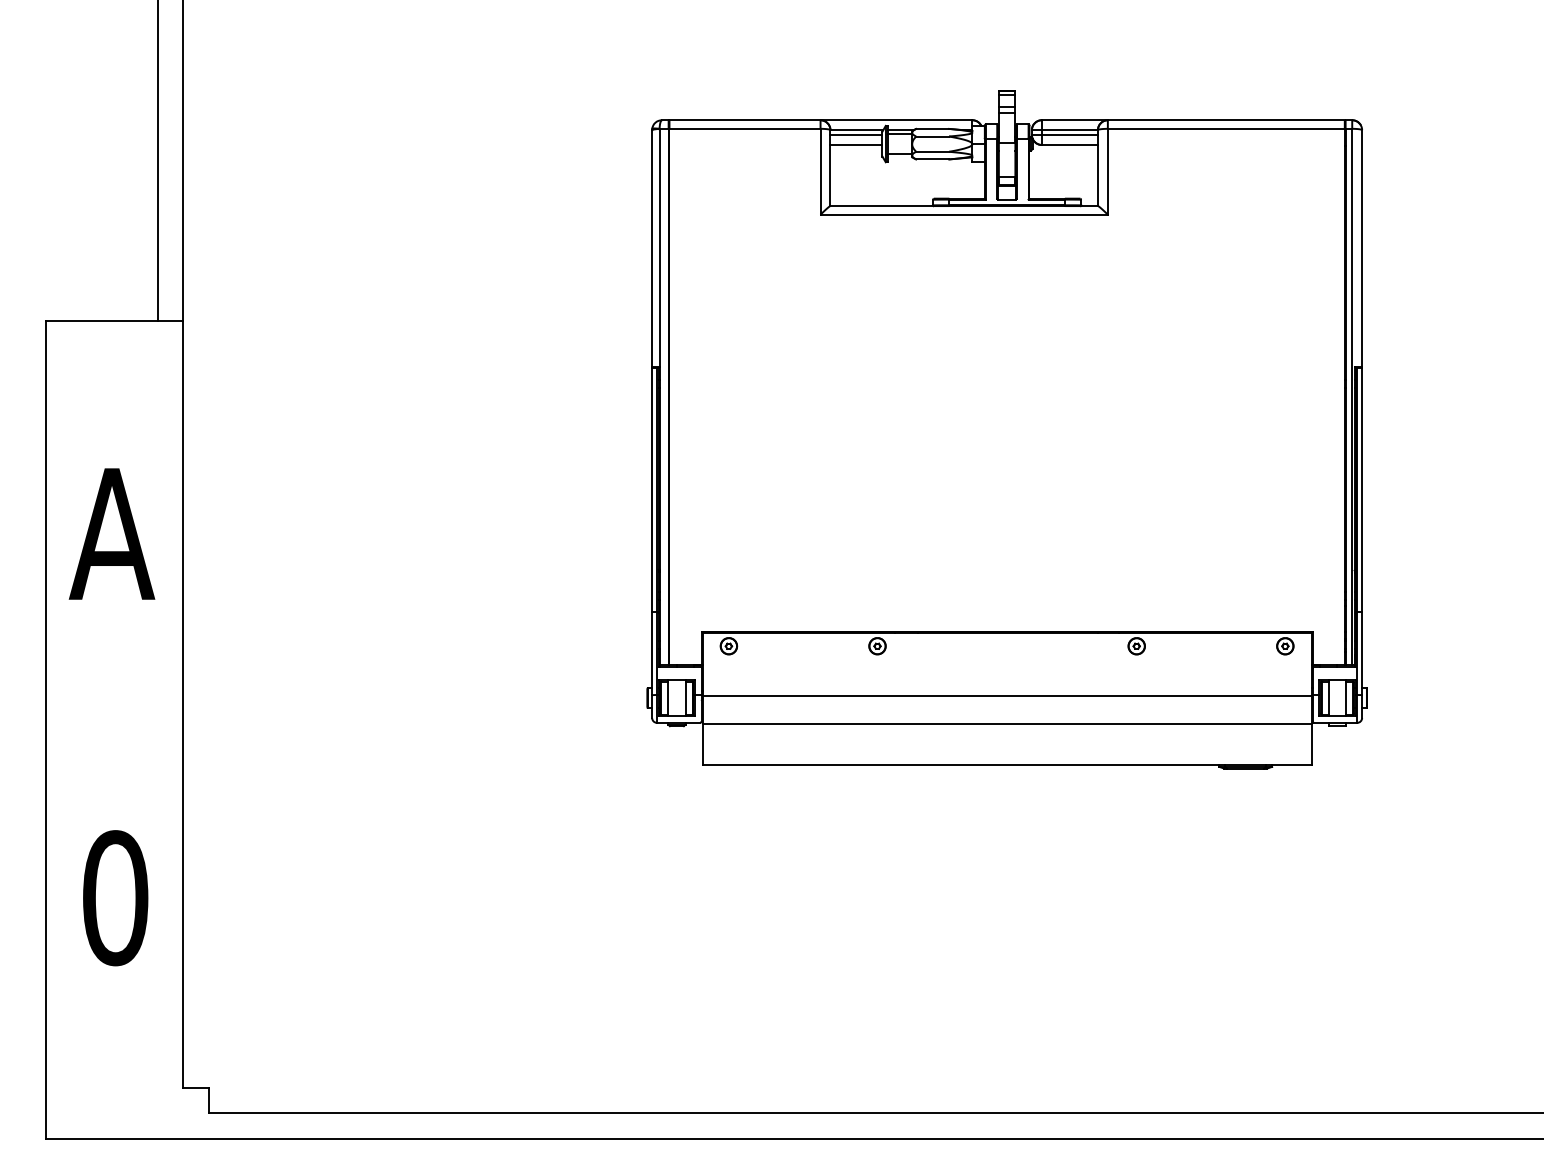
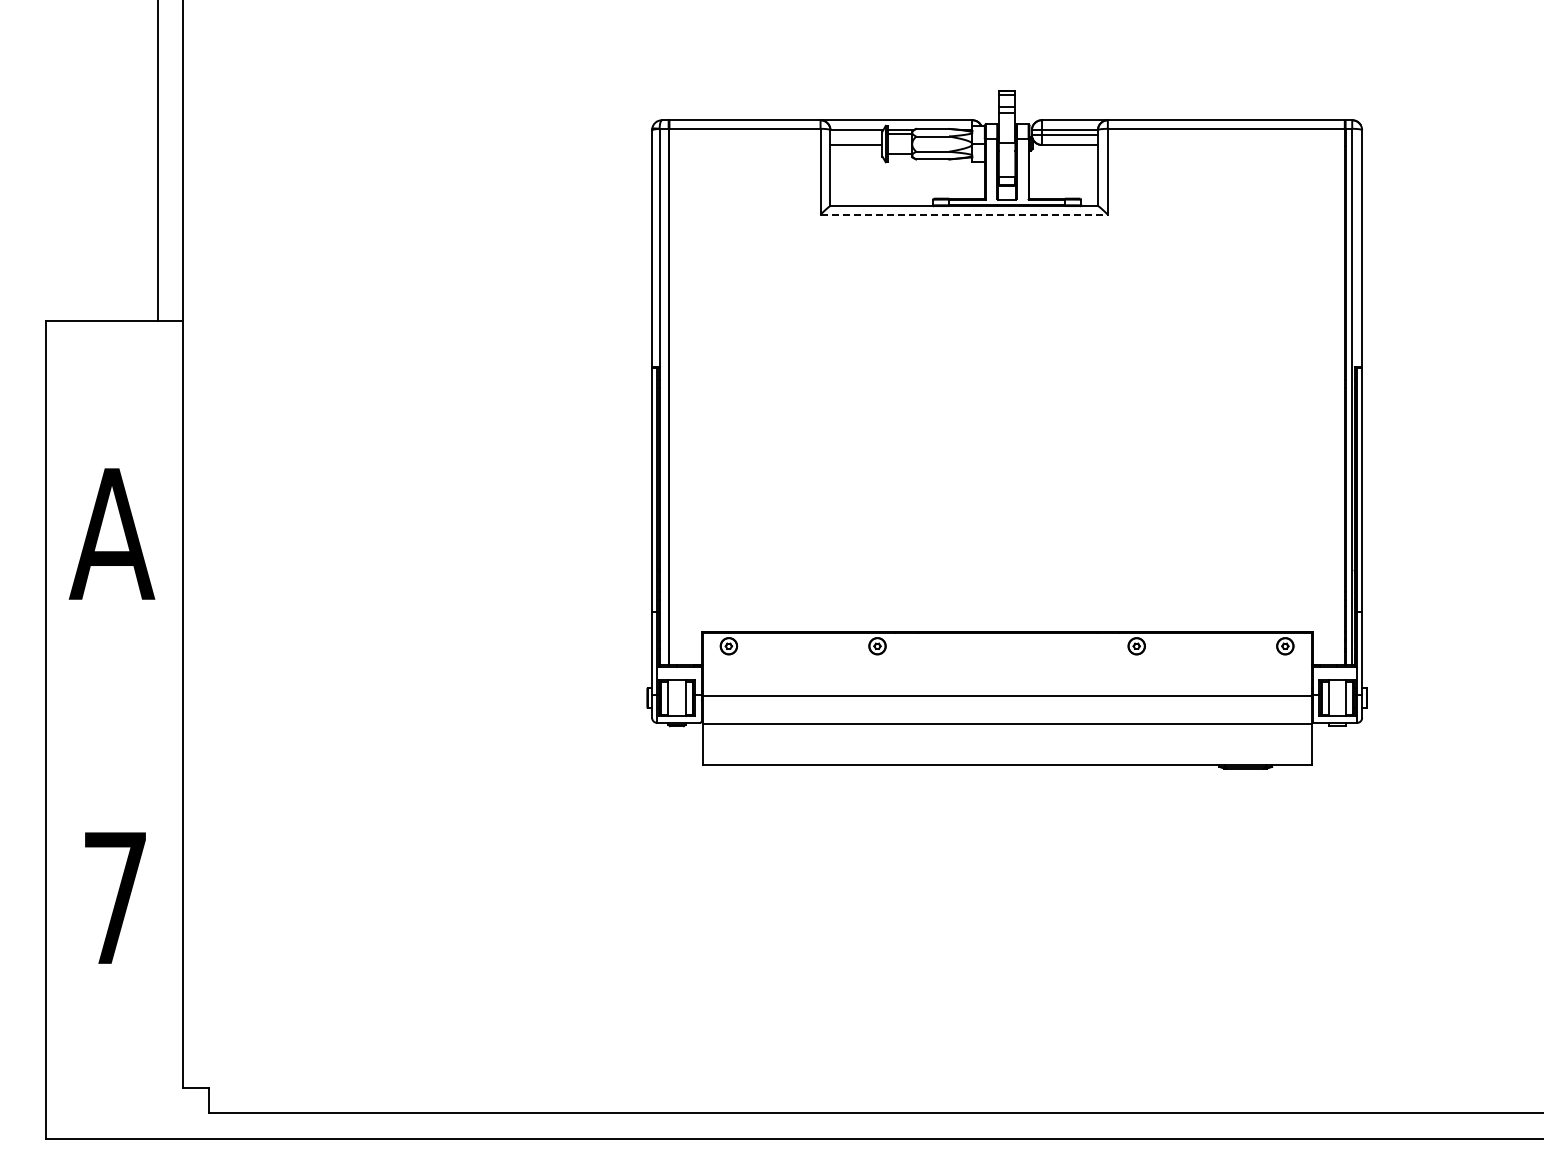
line at (856, 135): present -> none
line at (964, 214): solid -> dashed
text at (115, 898): 0 -> 7
